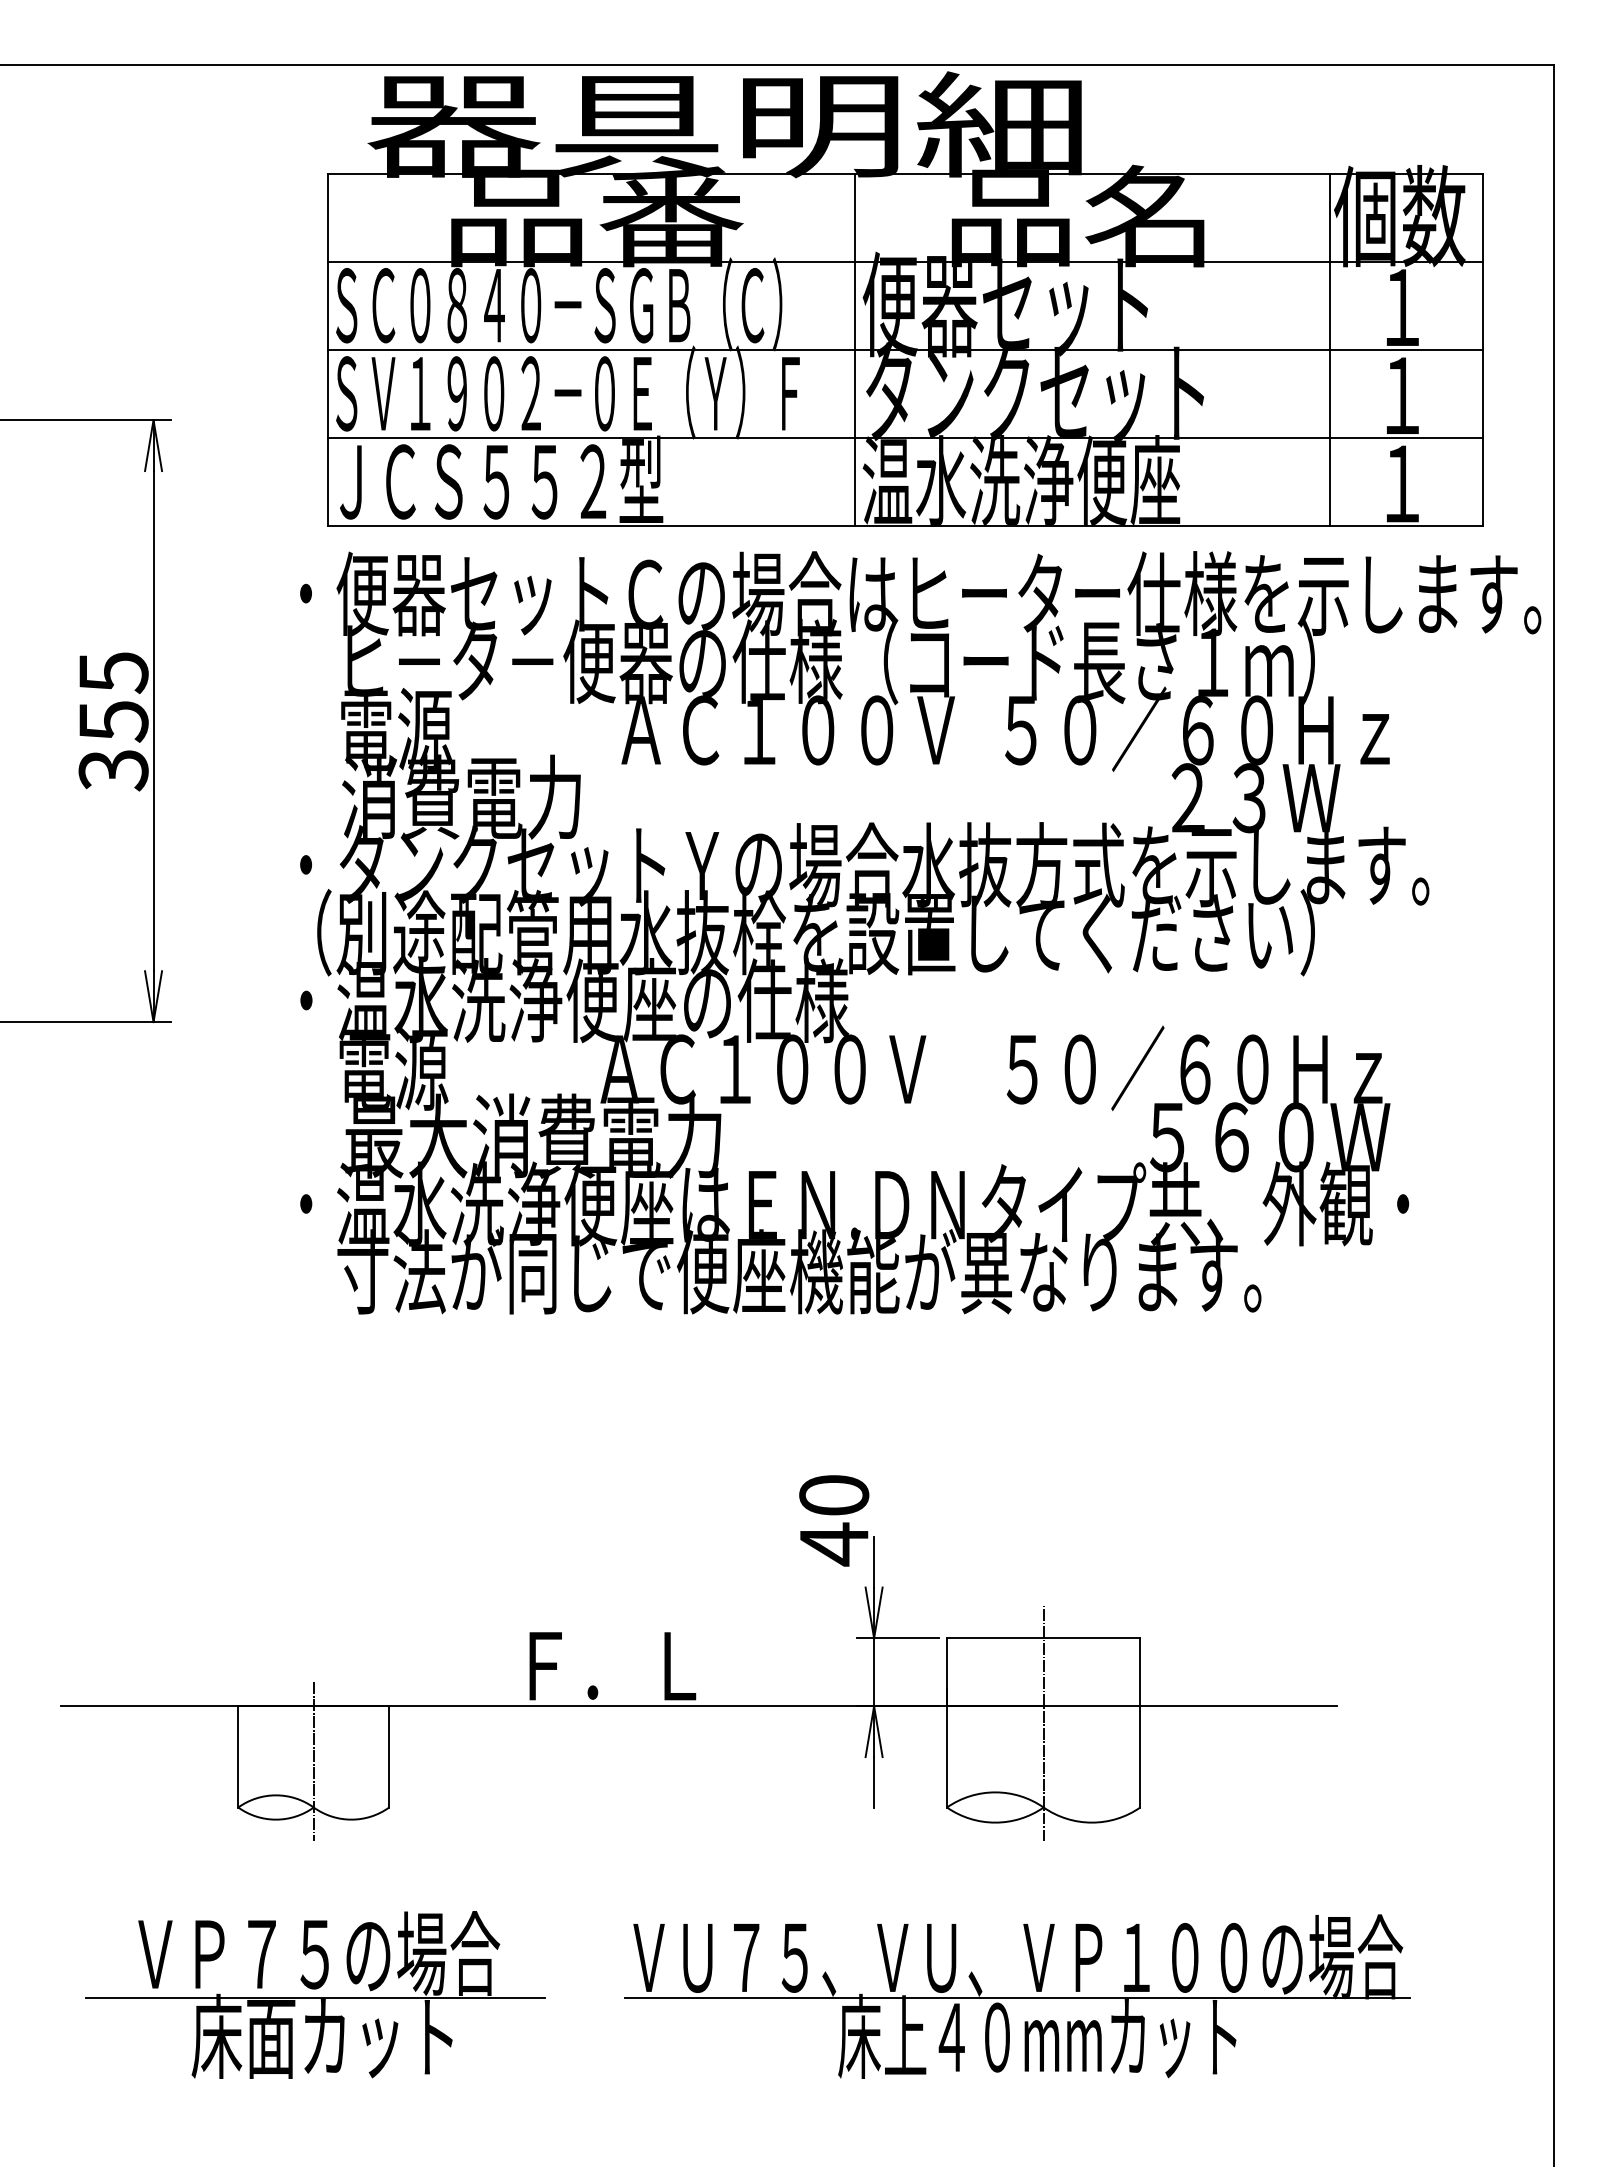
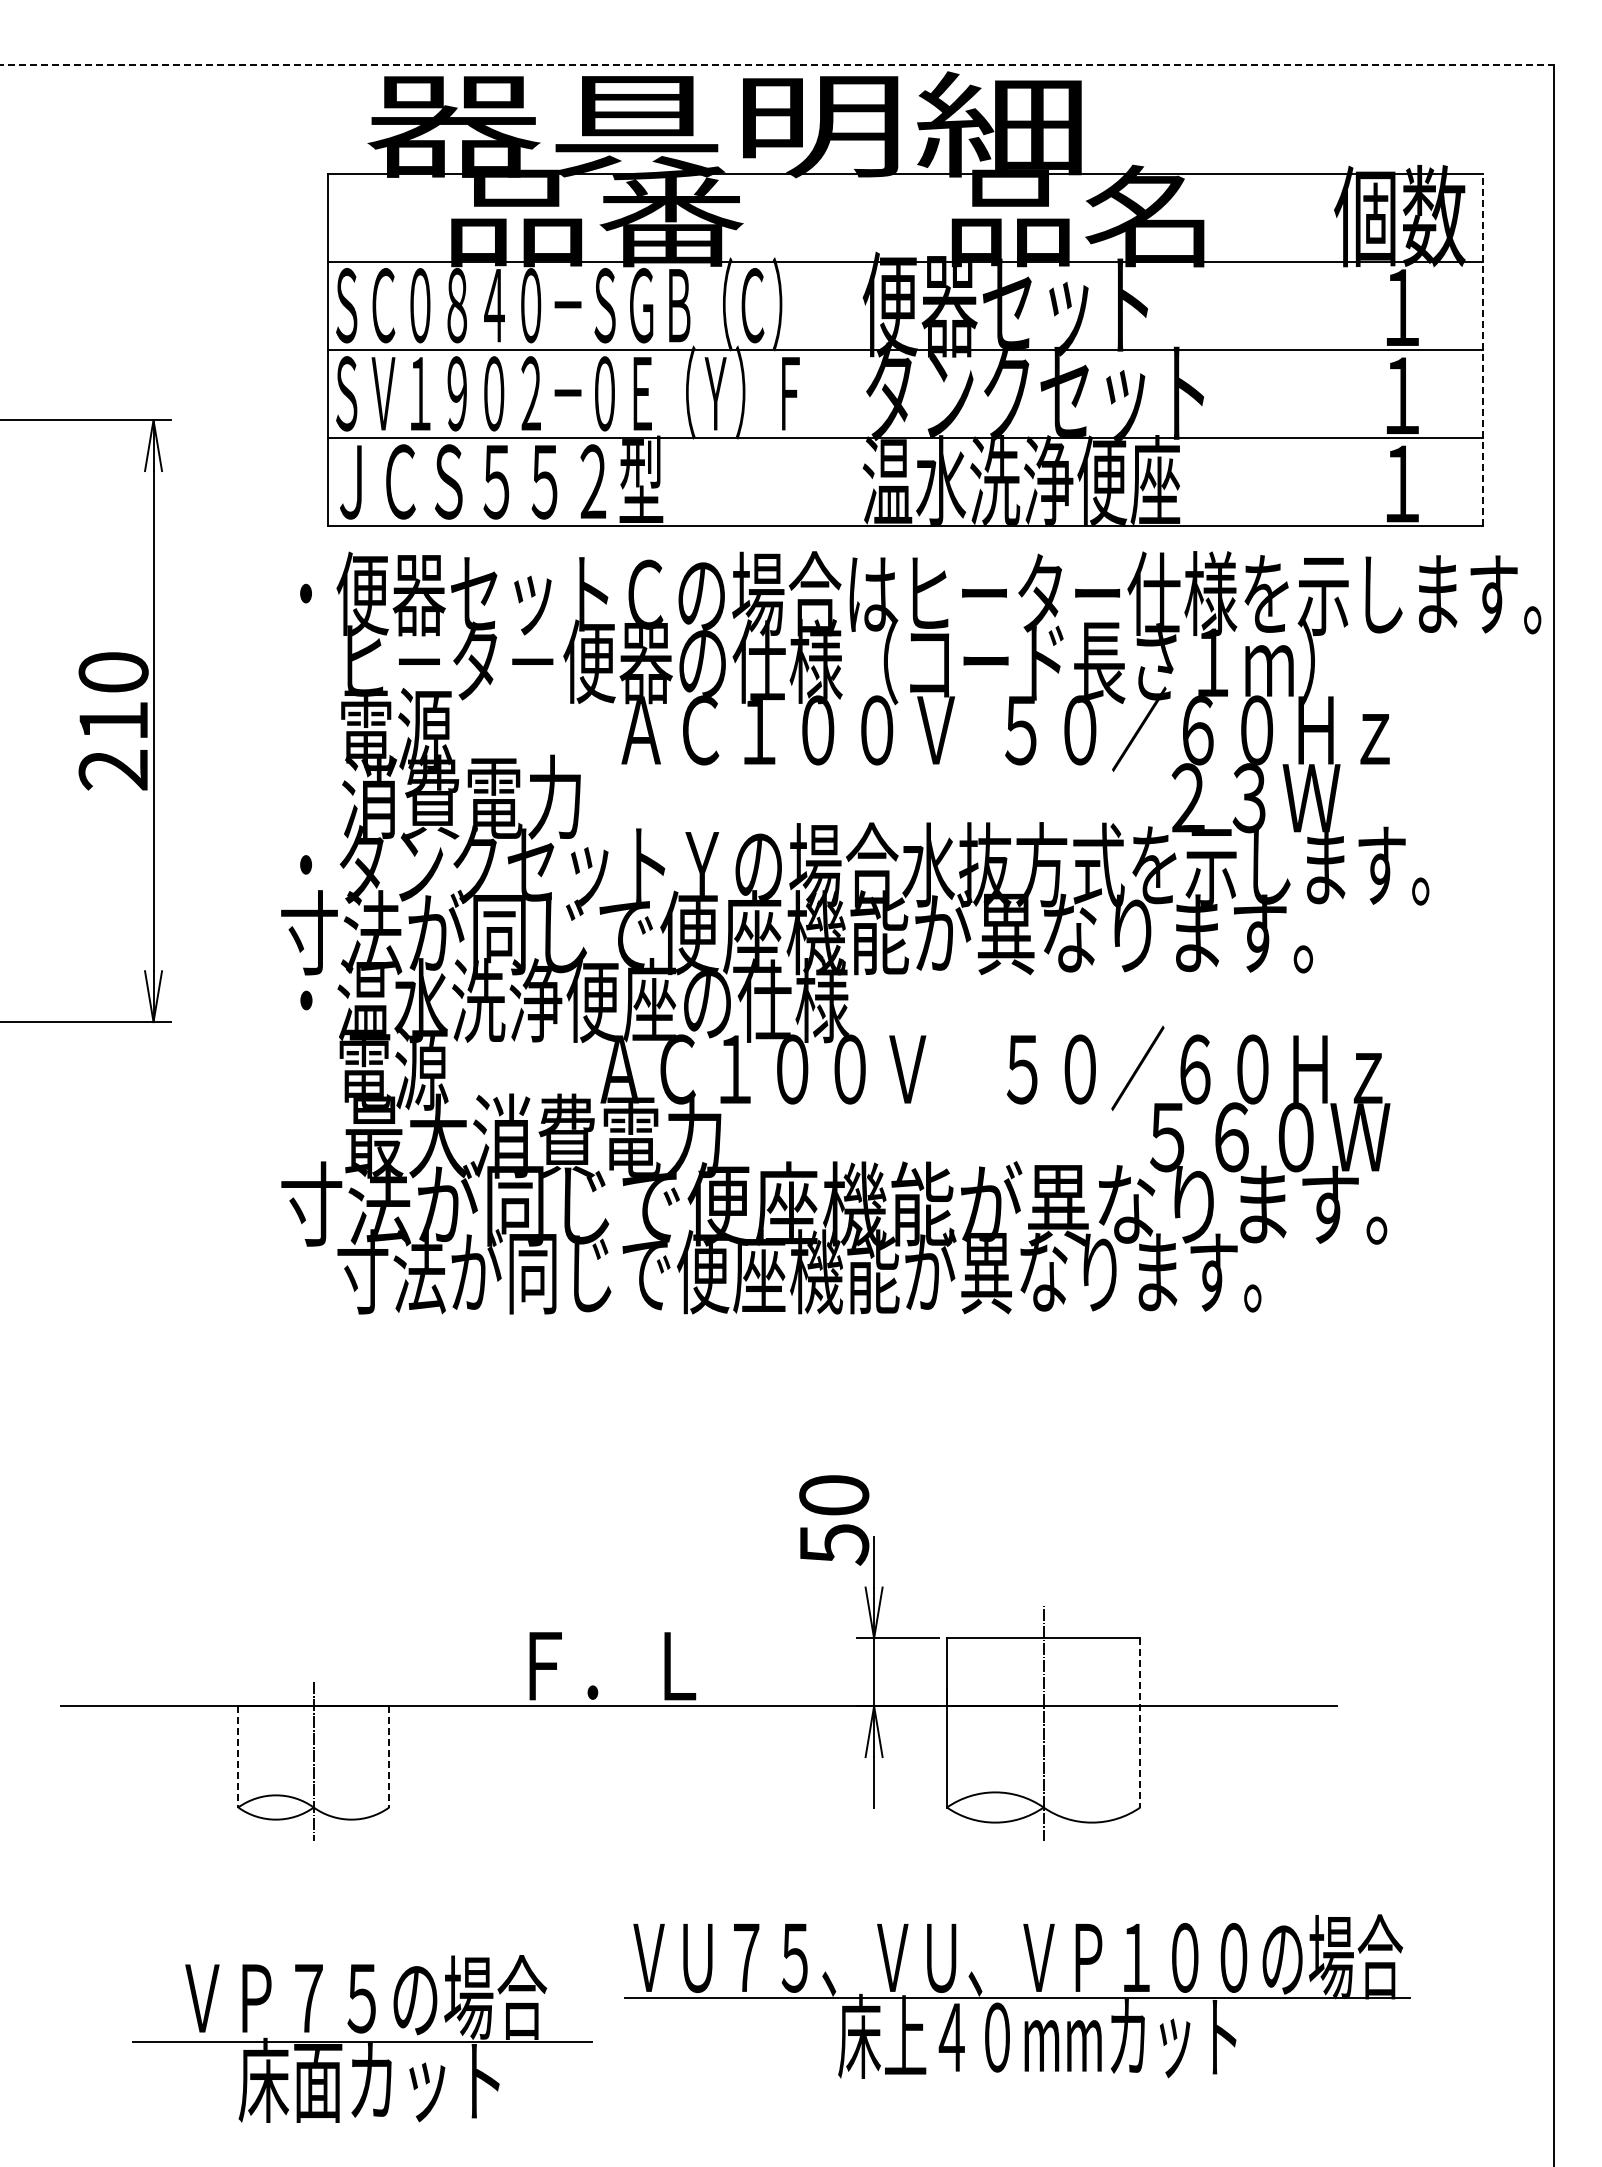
line at (777, 65): solid -> dashed
line at (855, 349): present -> none
line at (1330, 349): present -> none
line at (1482, 349): solid -> dashed
text at (113, 721): 355 -> 210
text at (797, 932): （別途配管用水抜栓を設置してください） -> 寸法が同じで便座機能が異なります。
text at (845, 1203): ・温水洗浄便座はＥＮ.ＤＮタイプ共、外観・ -> 寸法が同じで便座機能が異なります。
text at (834, 1544): 40 -> 50
line at (1140, 1722): solid -> dashed
line at (238, 1756): solid -> dashed
line at (389, 1756): solid -> dashed
part at (315, 1994) position: (315, 1994) -> (362, 2038)
